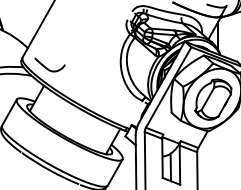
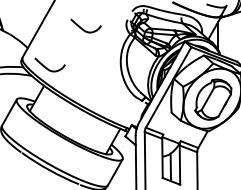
part at (85, 25): none -> present
